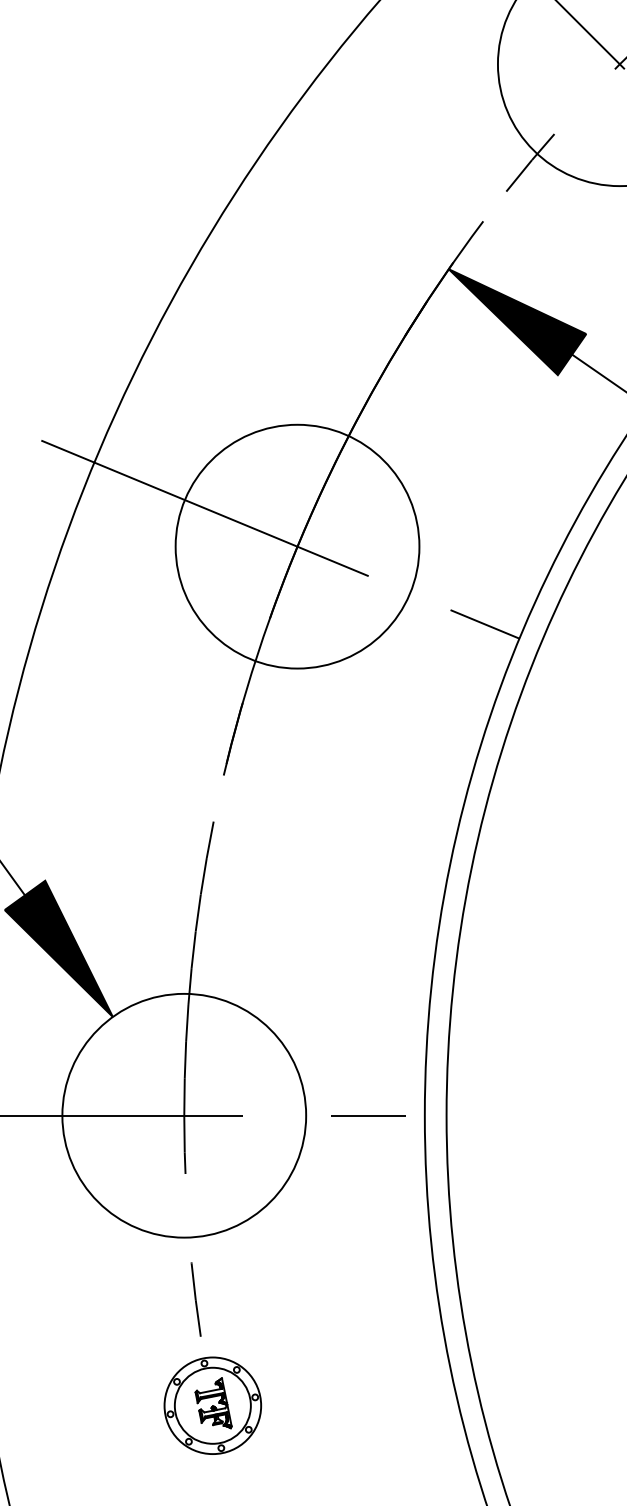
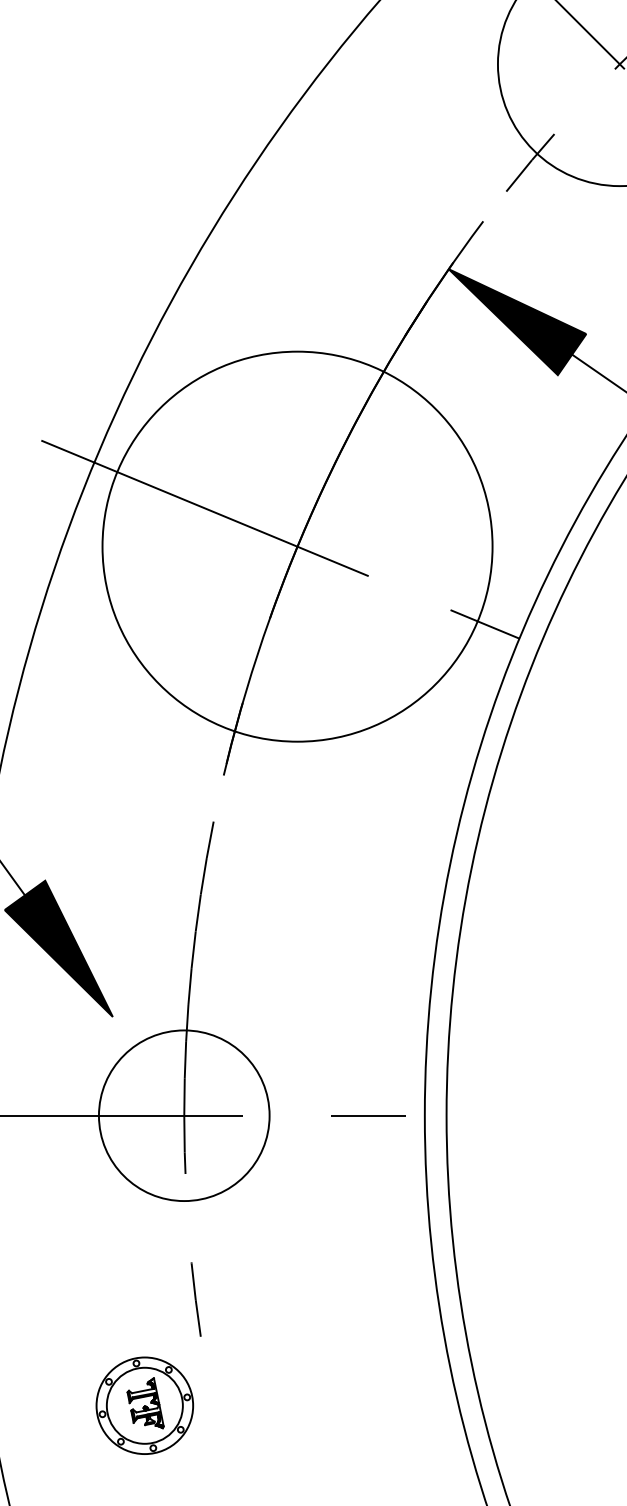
circle at (297, 546) diameter: 244 px -> 390 px
circle at (184, 1115) diameter: 244 px -> 171 px
part at (212, 1405) position: (212, 1405) -> (144, 1405)
